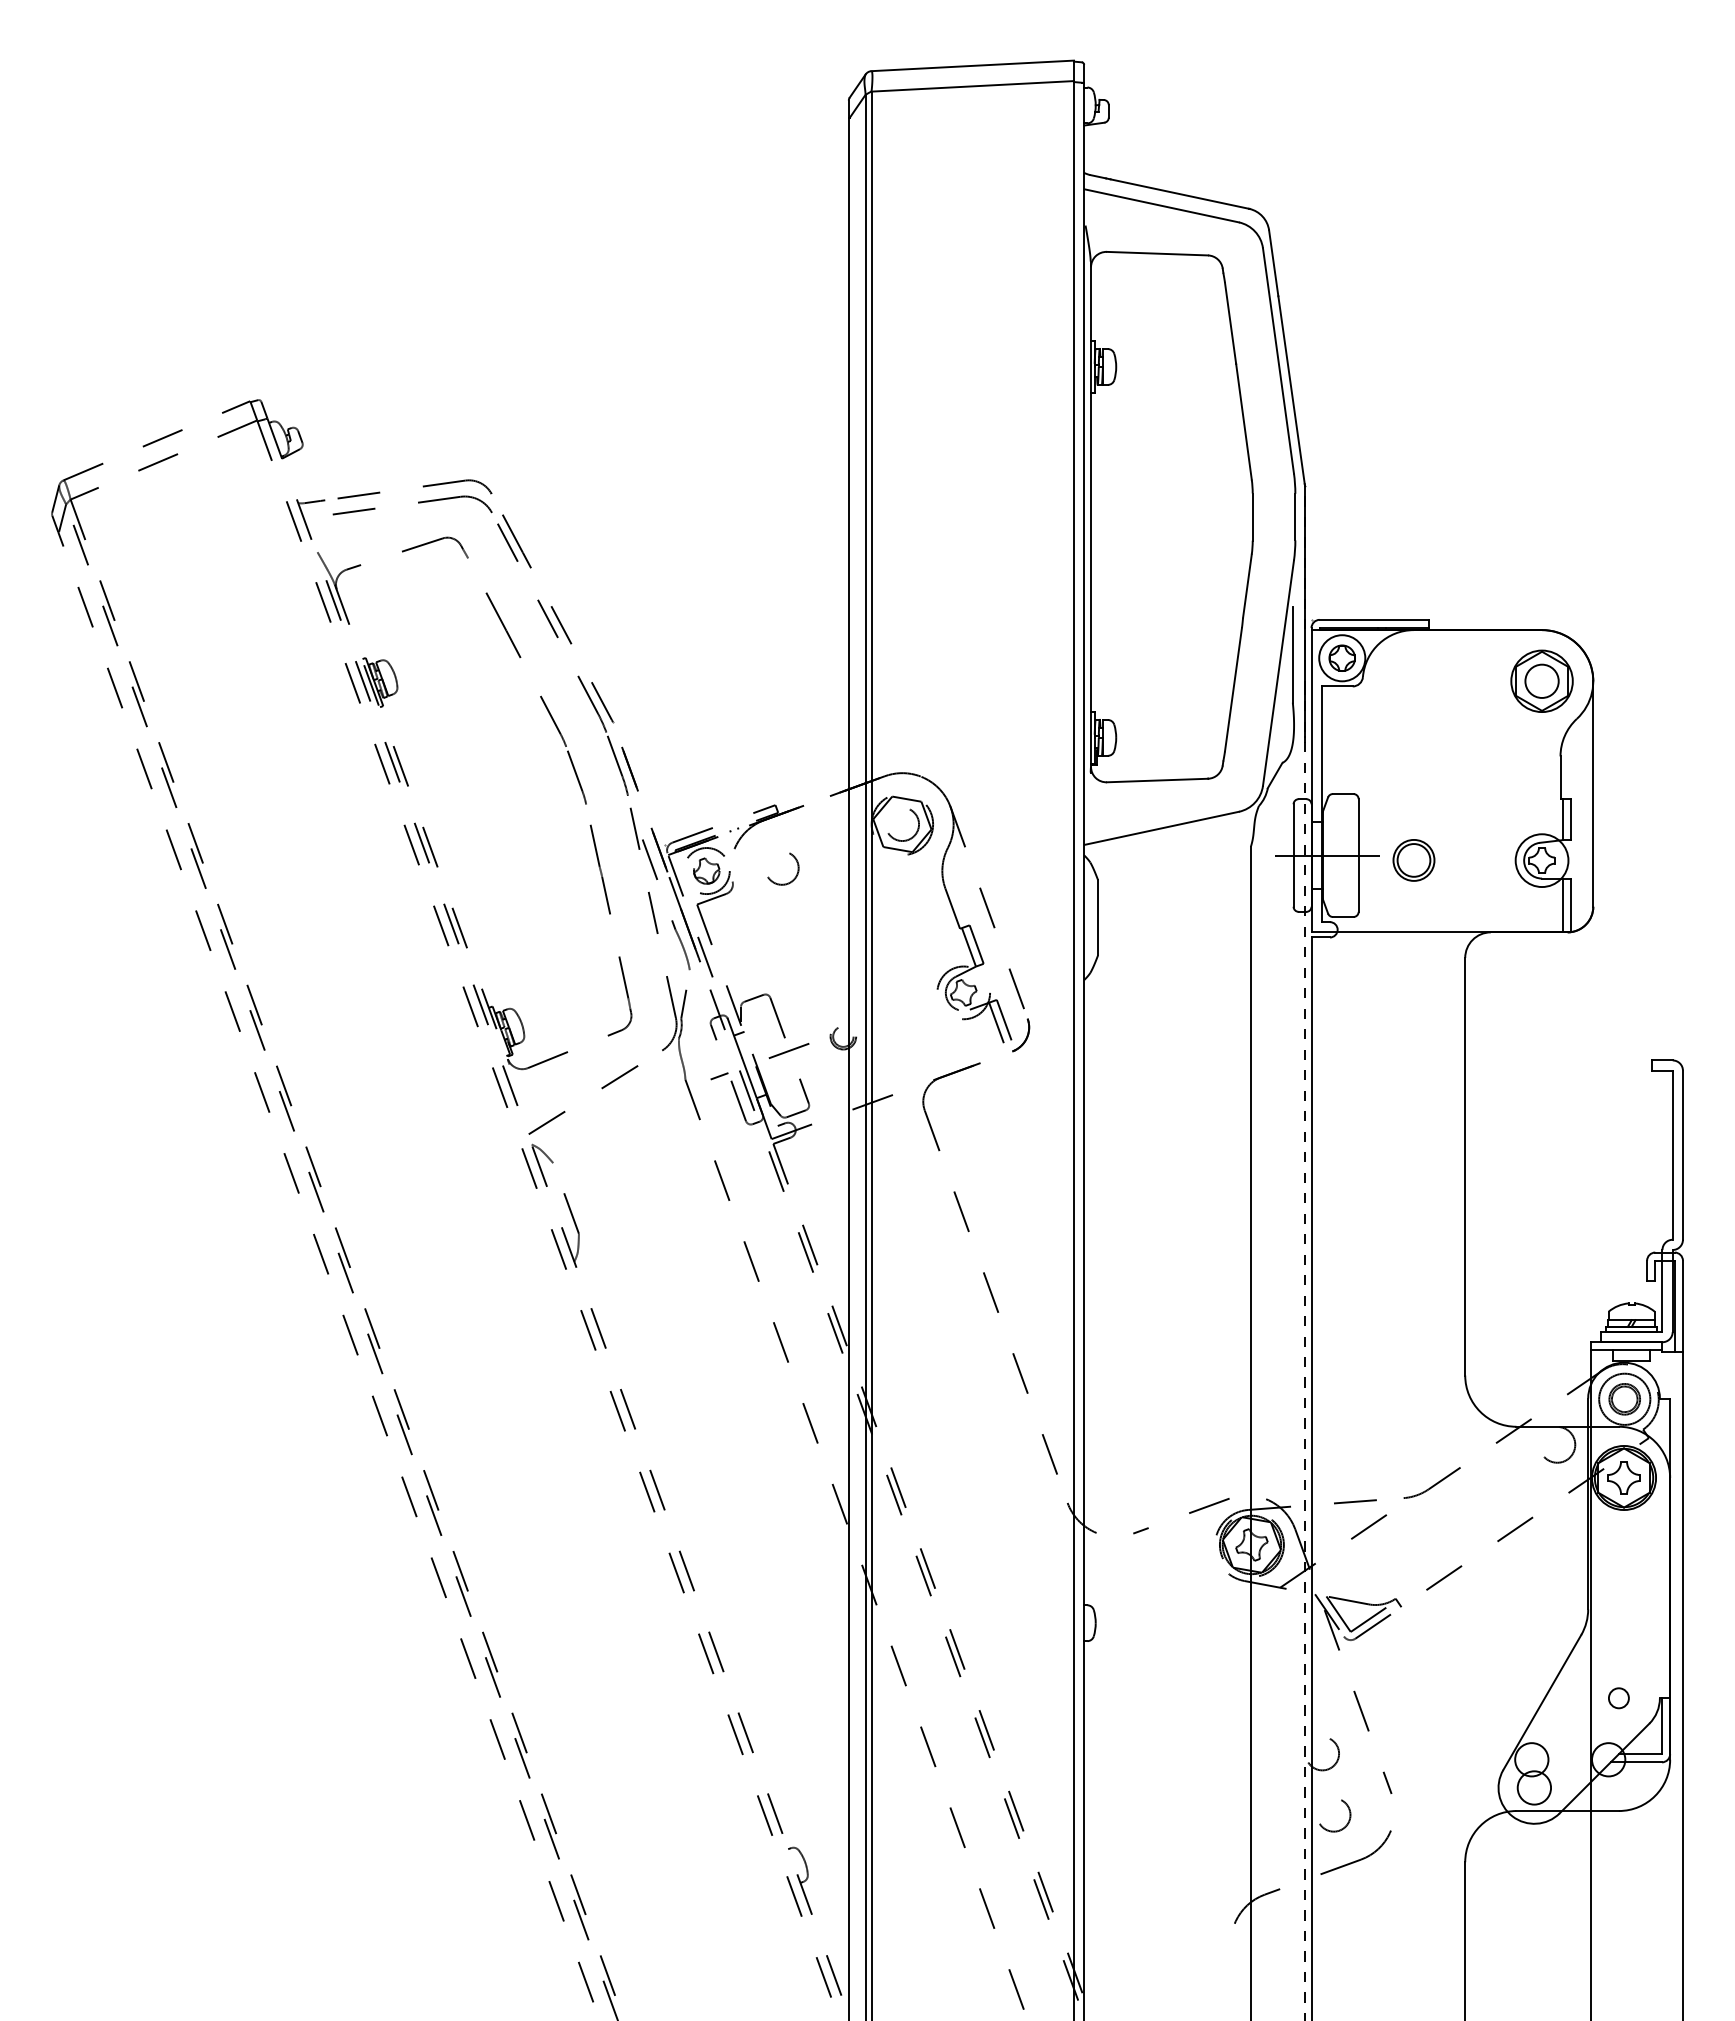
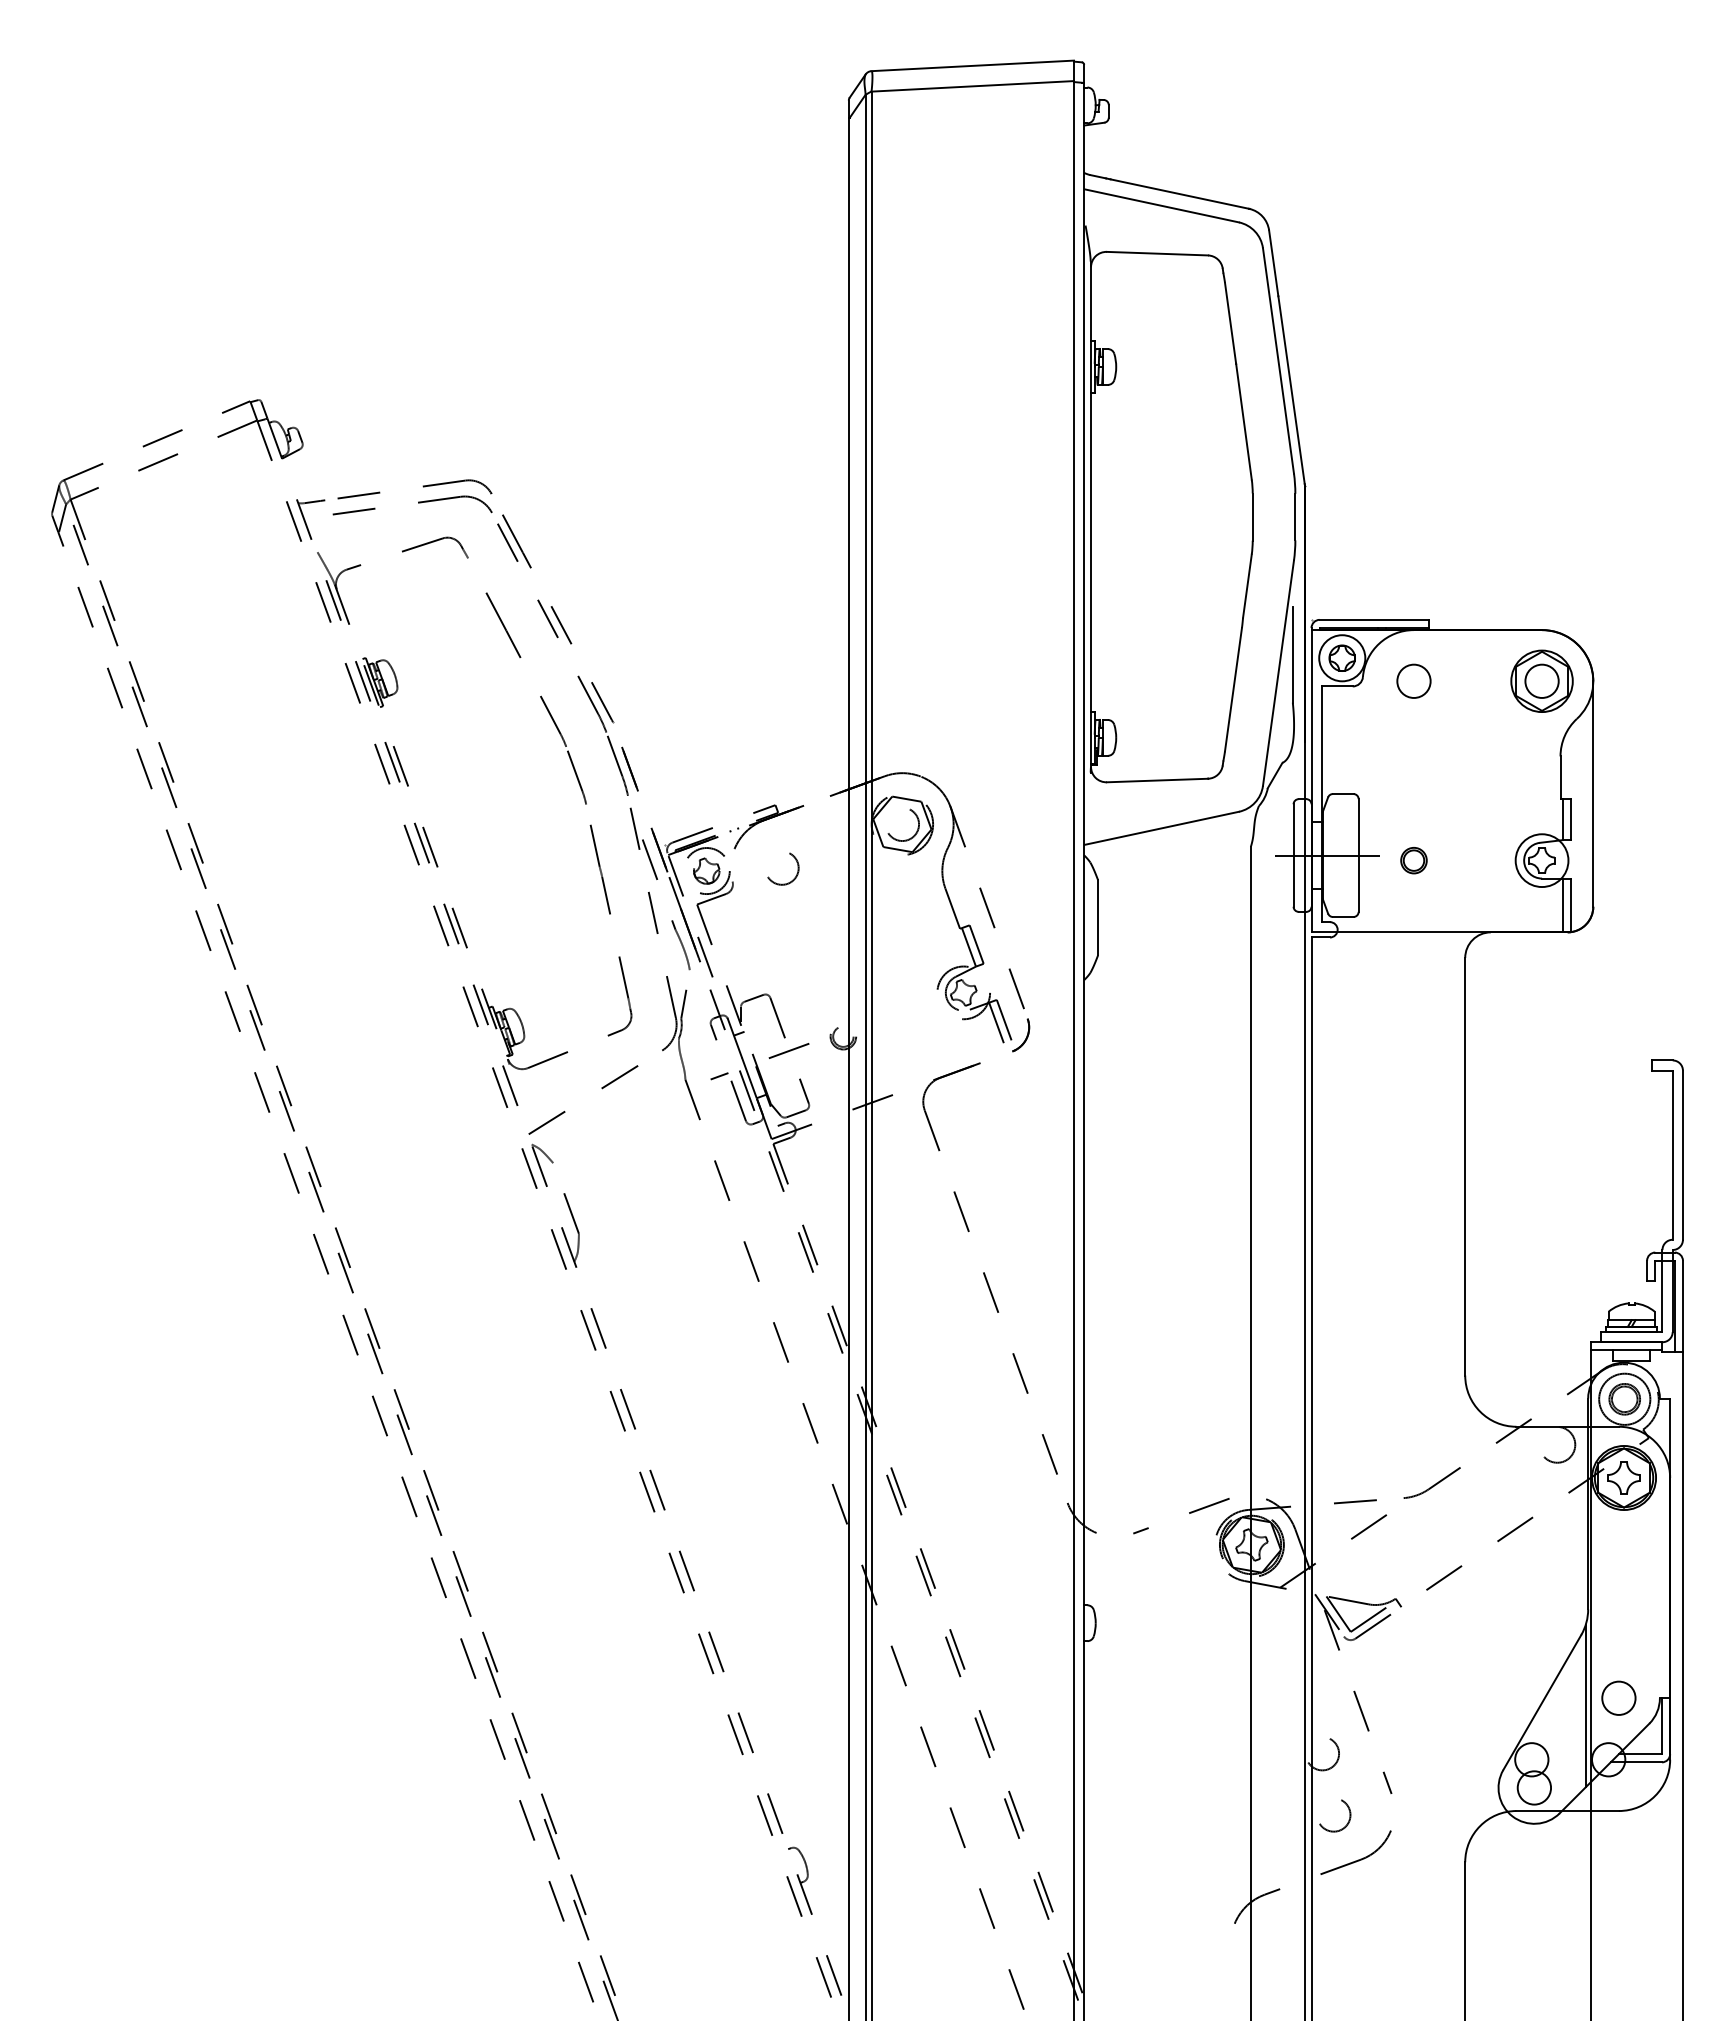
circle at (1413, 680): none -> present
part at (1413, 860) size: 44x43 px -> 28x28 px
line at (1305, 1252): dashed -> solid
circle at (1618, 1698) diameter: 20 px -> 33 px
line at (1585, 1706): none -> present
